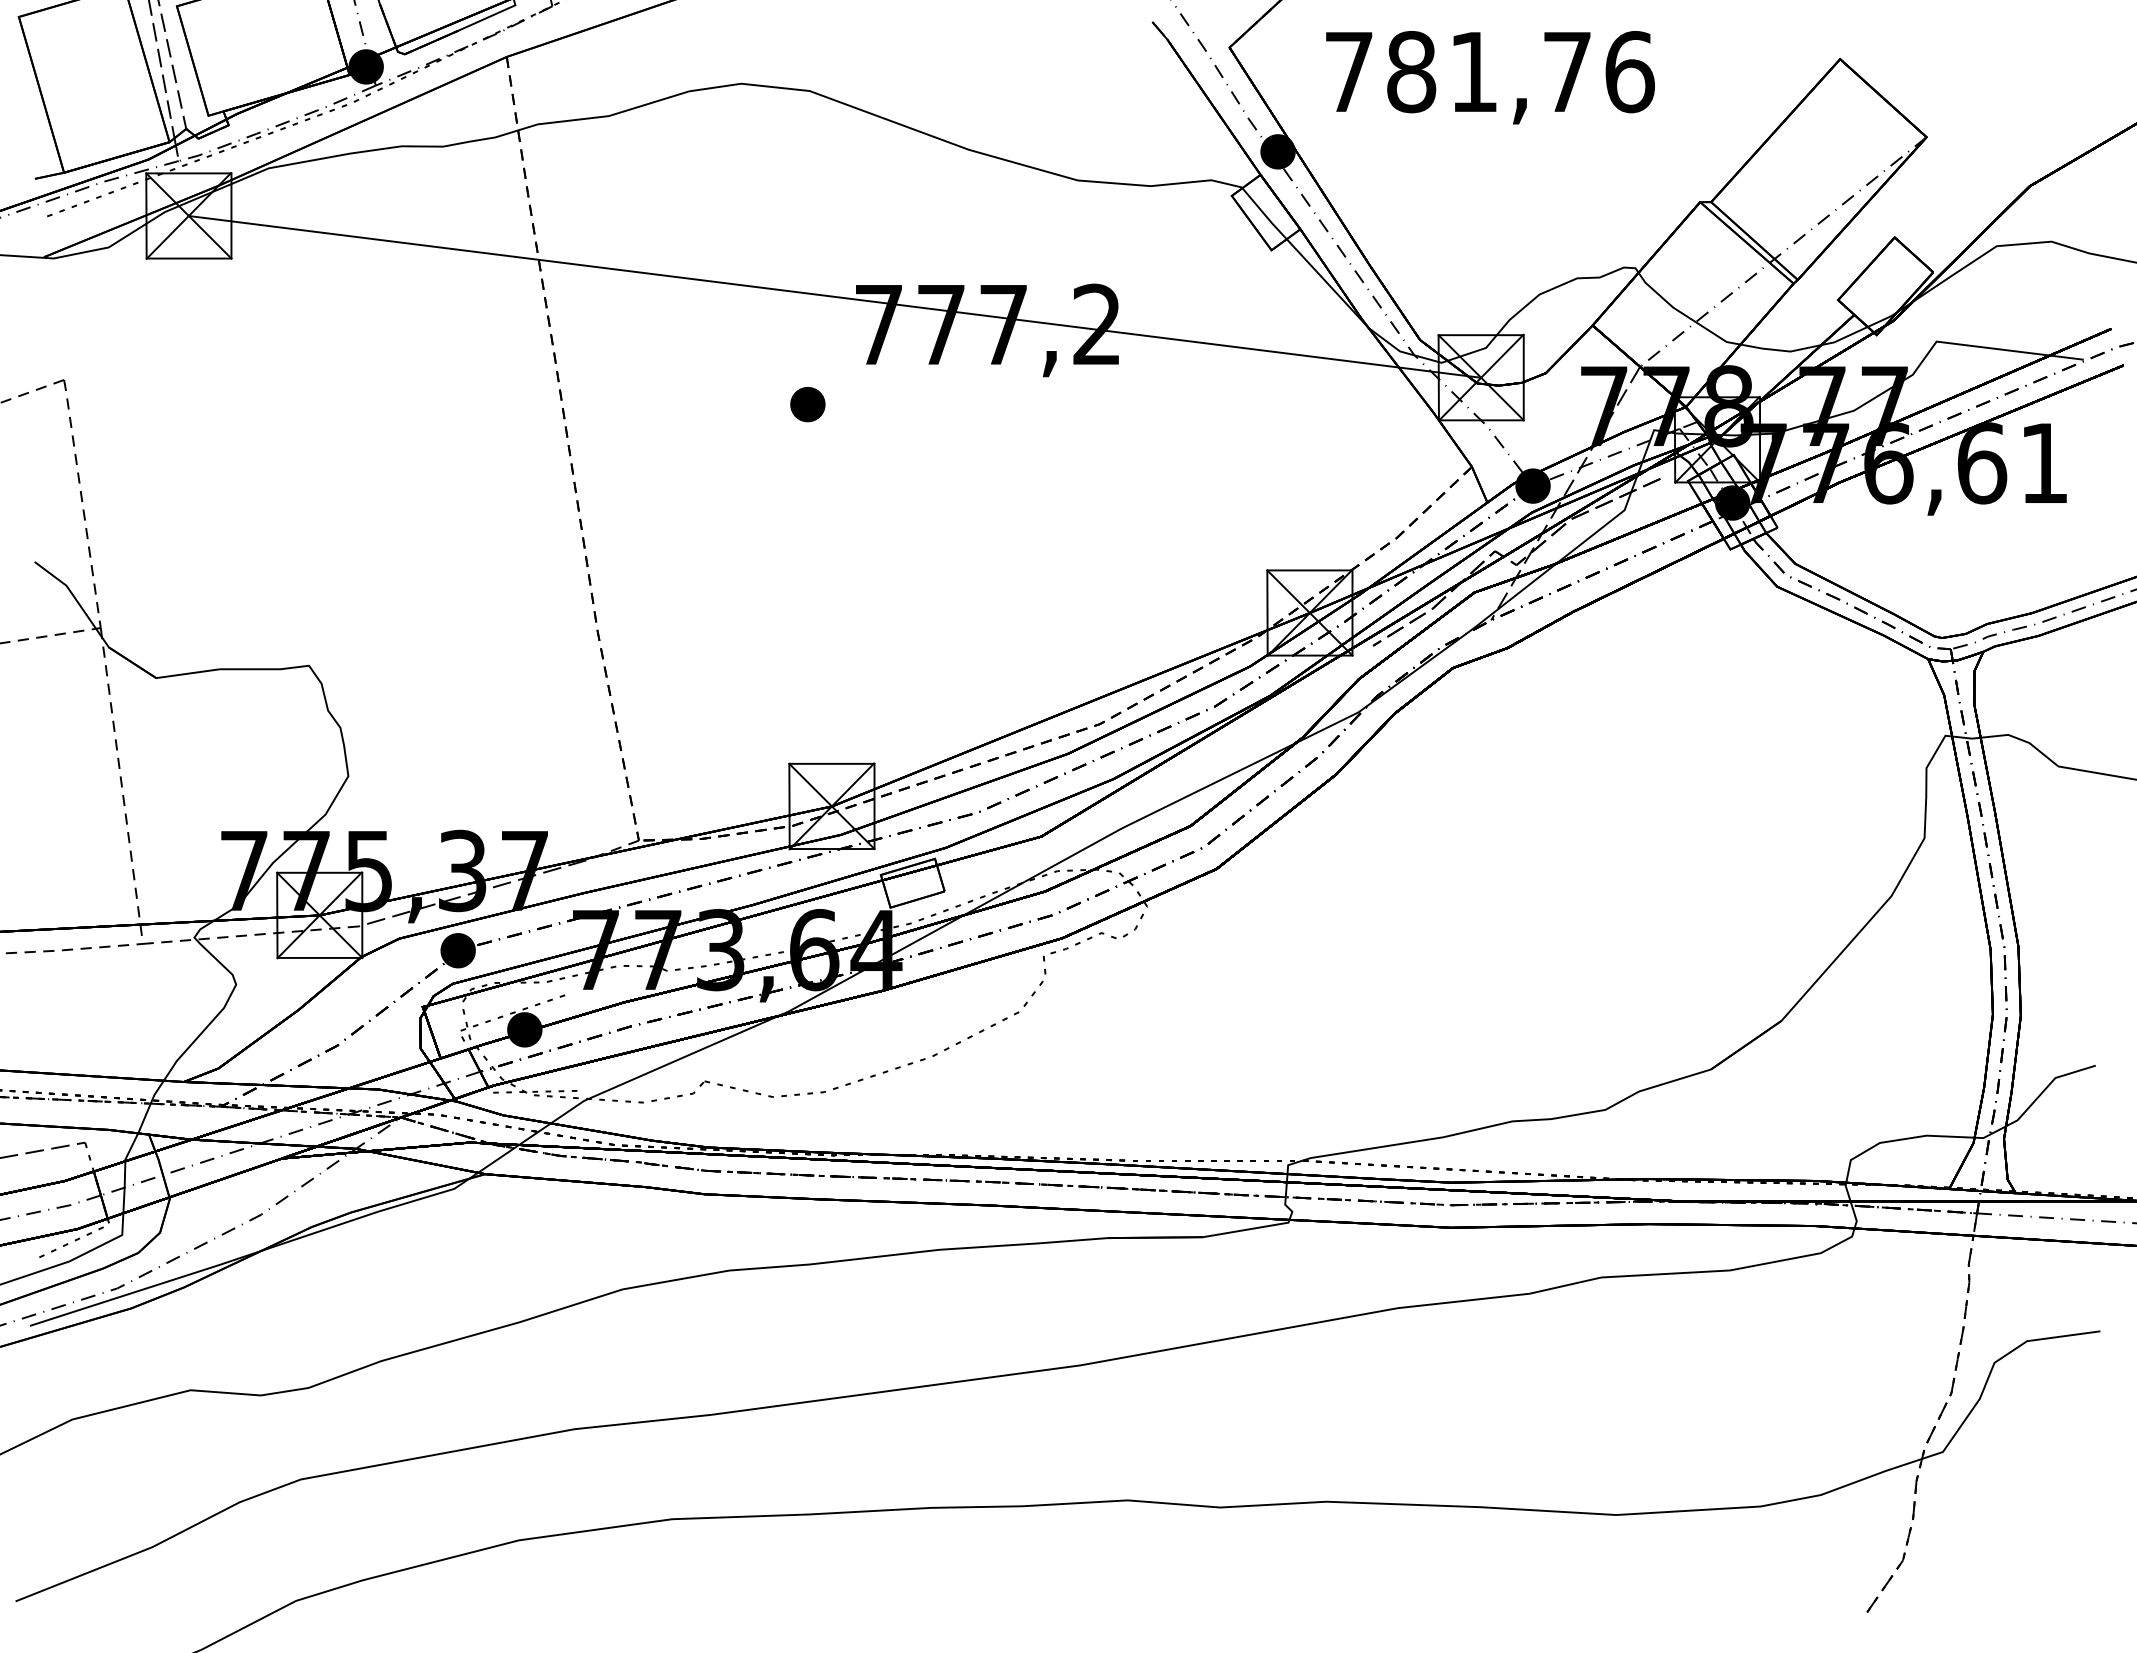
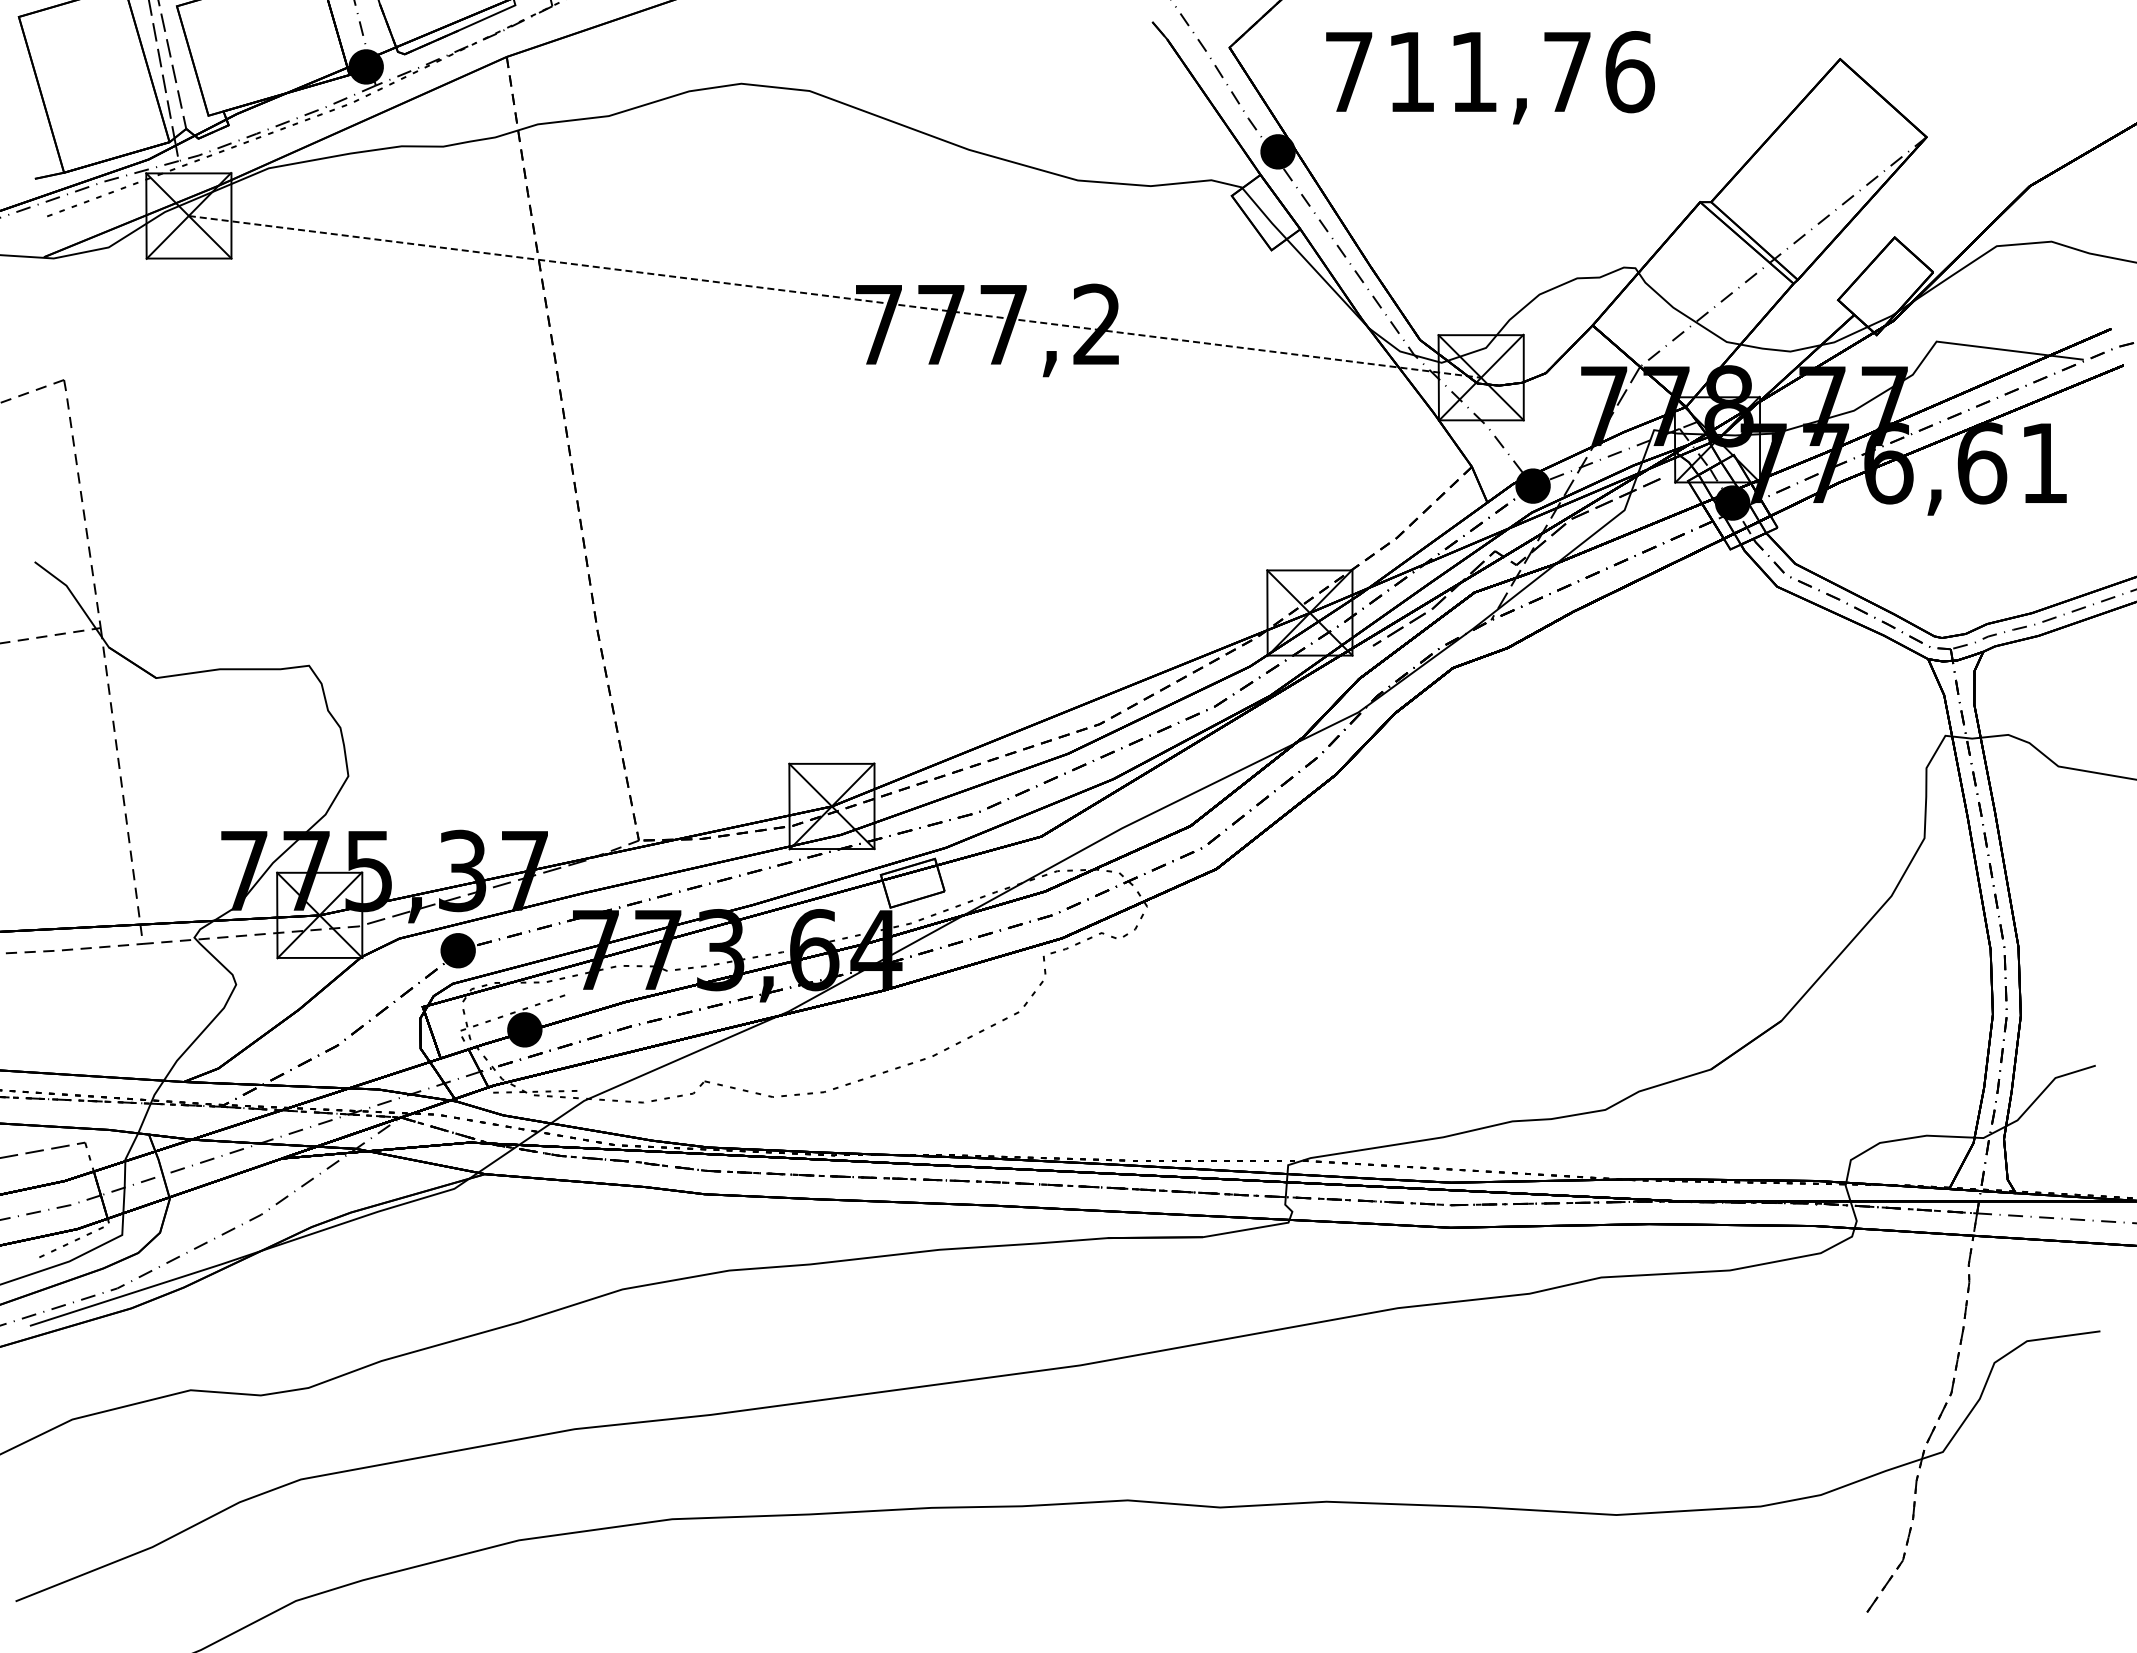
text at (1411, 72): 781,76 -> 711,76
line at (835, 296): solid -> dashed
part at (807, 404): present -> none
